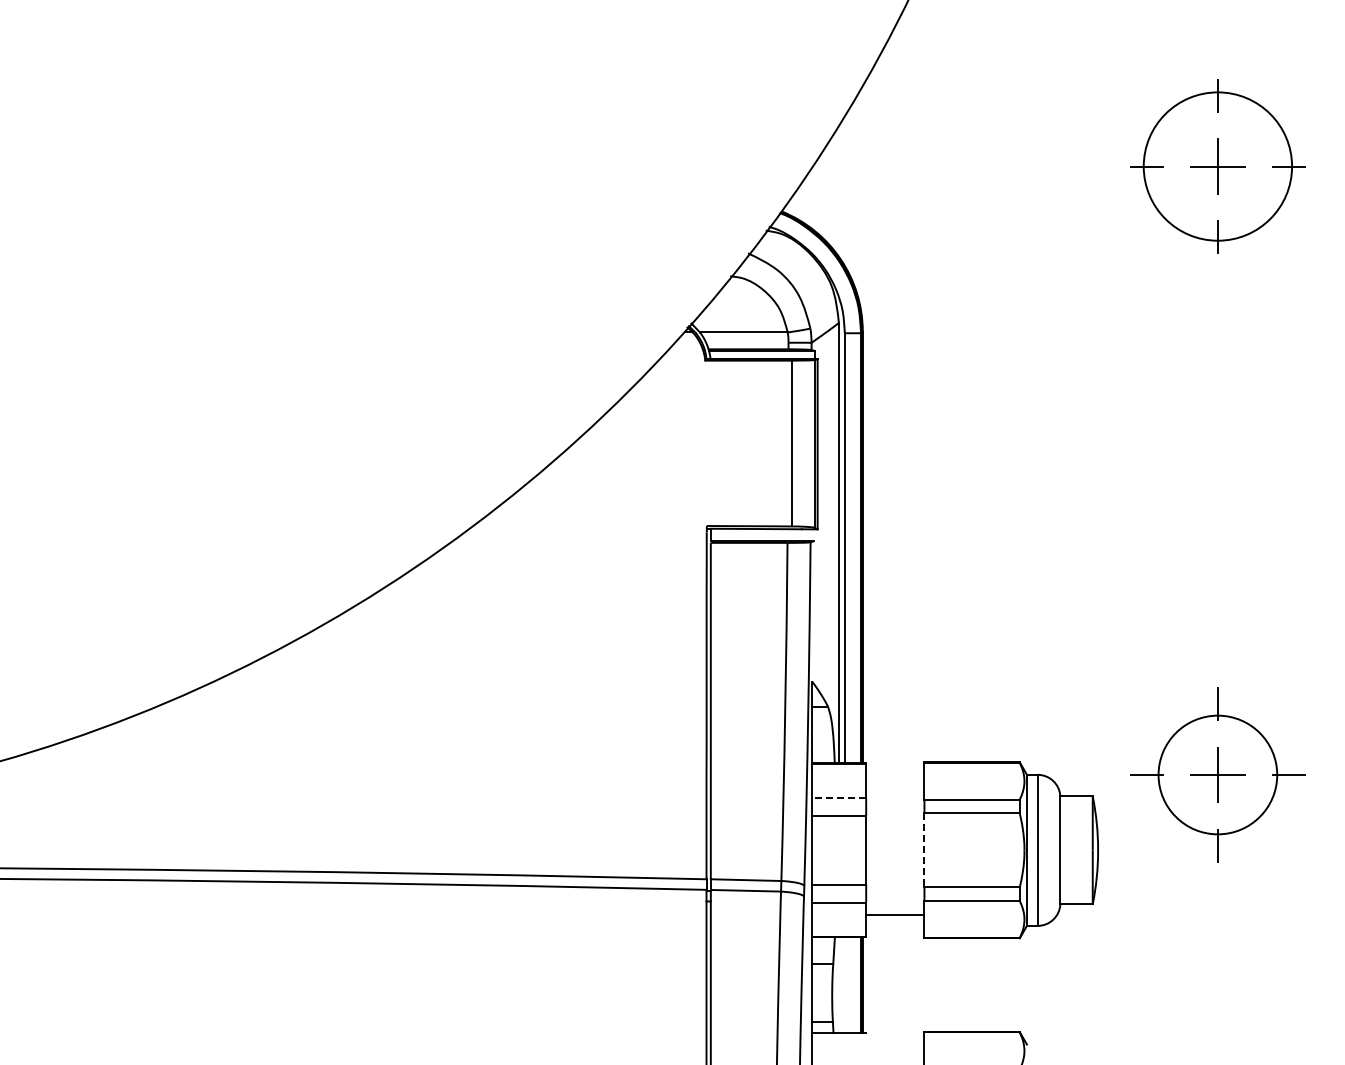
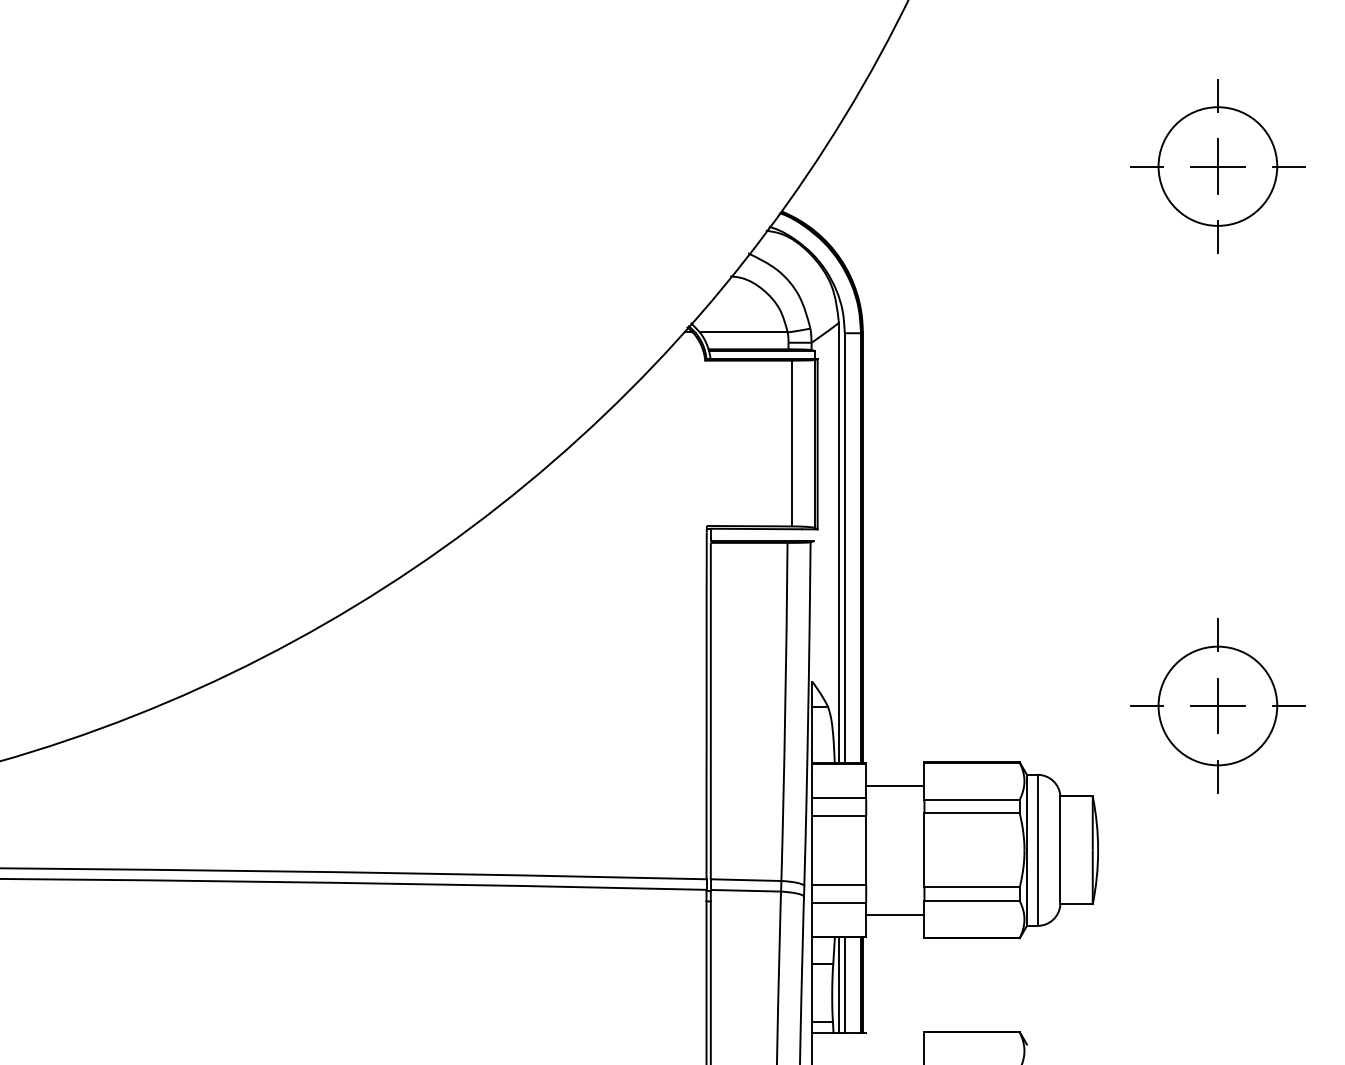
circle at (1217, 166) diameter: 148 px -> 119 px
part at (1217, 774) position: (1217, 774) -> (1217, 705)
line at (895, 785): none -> present
line at (839, 798): dashed -> solid
line at (924, 850): dashed -> solid
line at (838, 984): none -> present
line at (844, 984): none -> present
